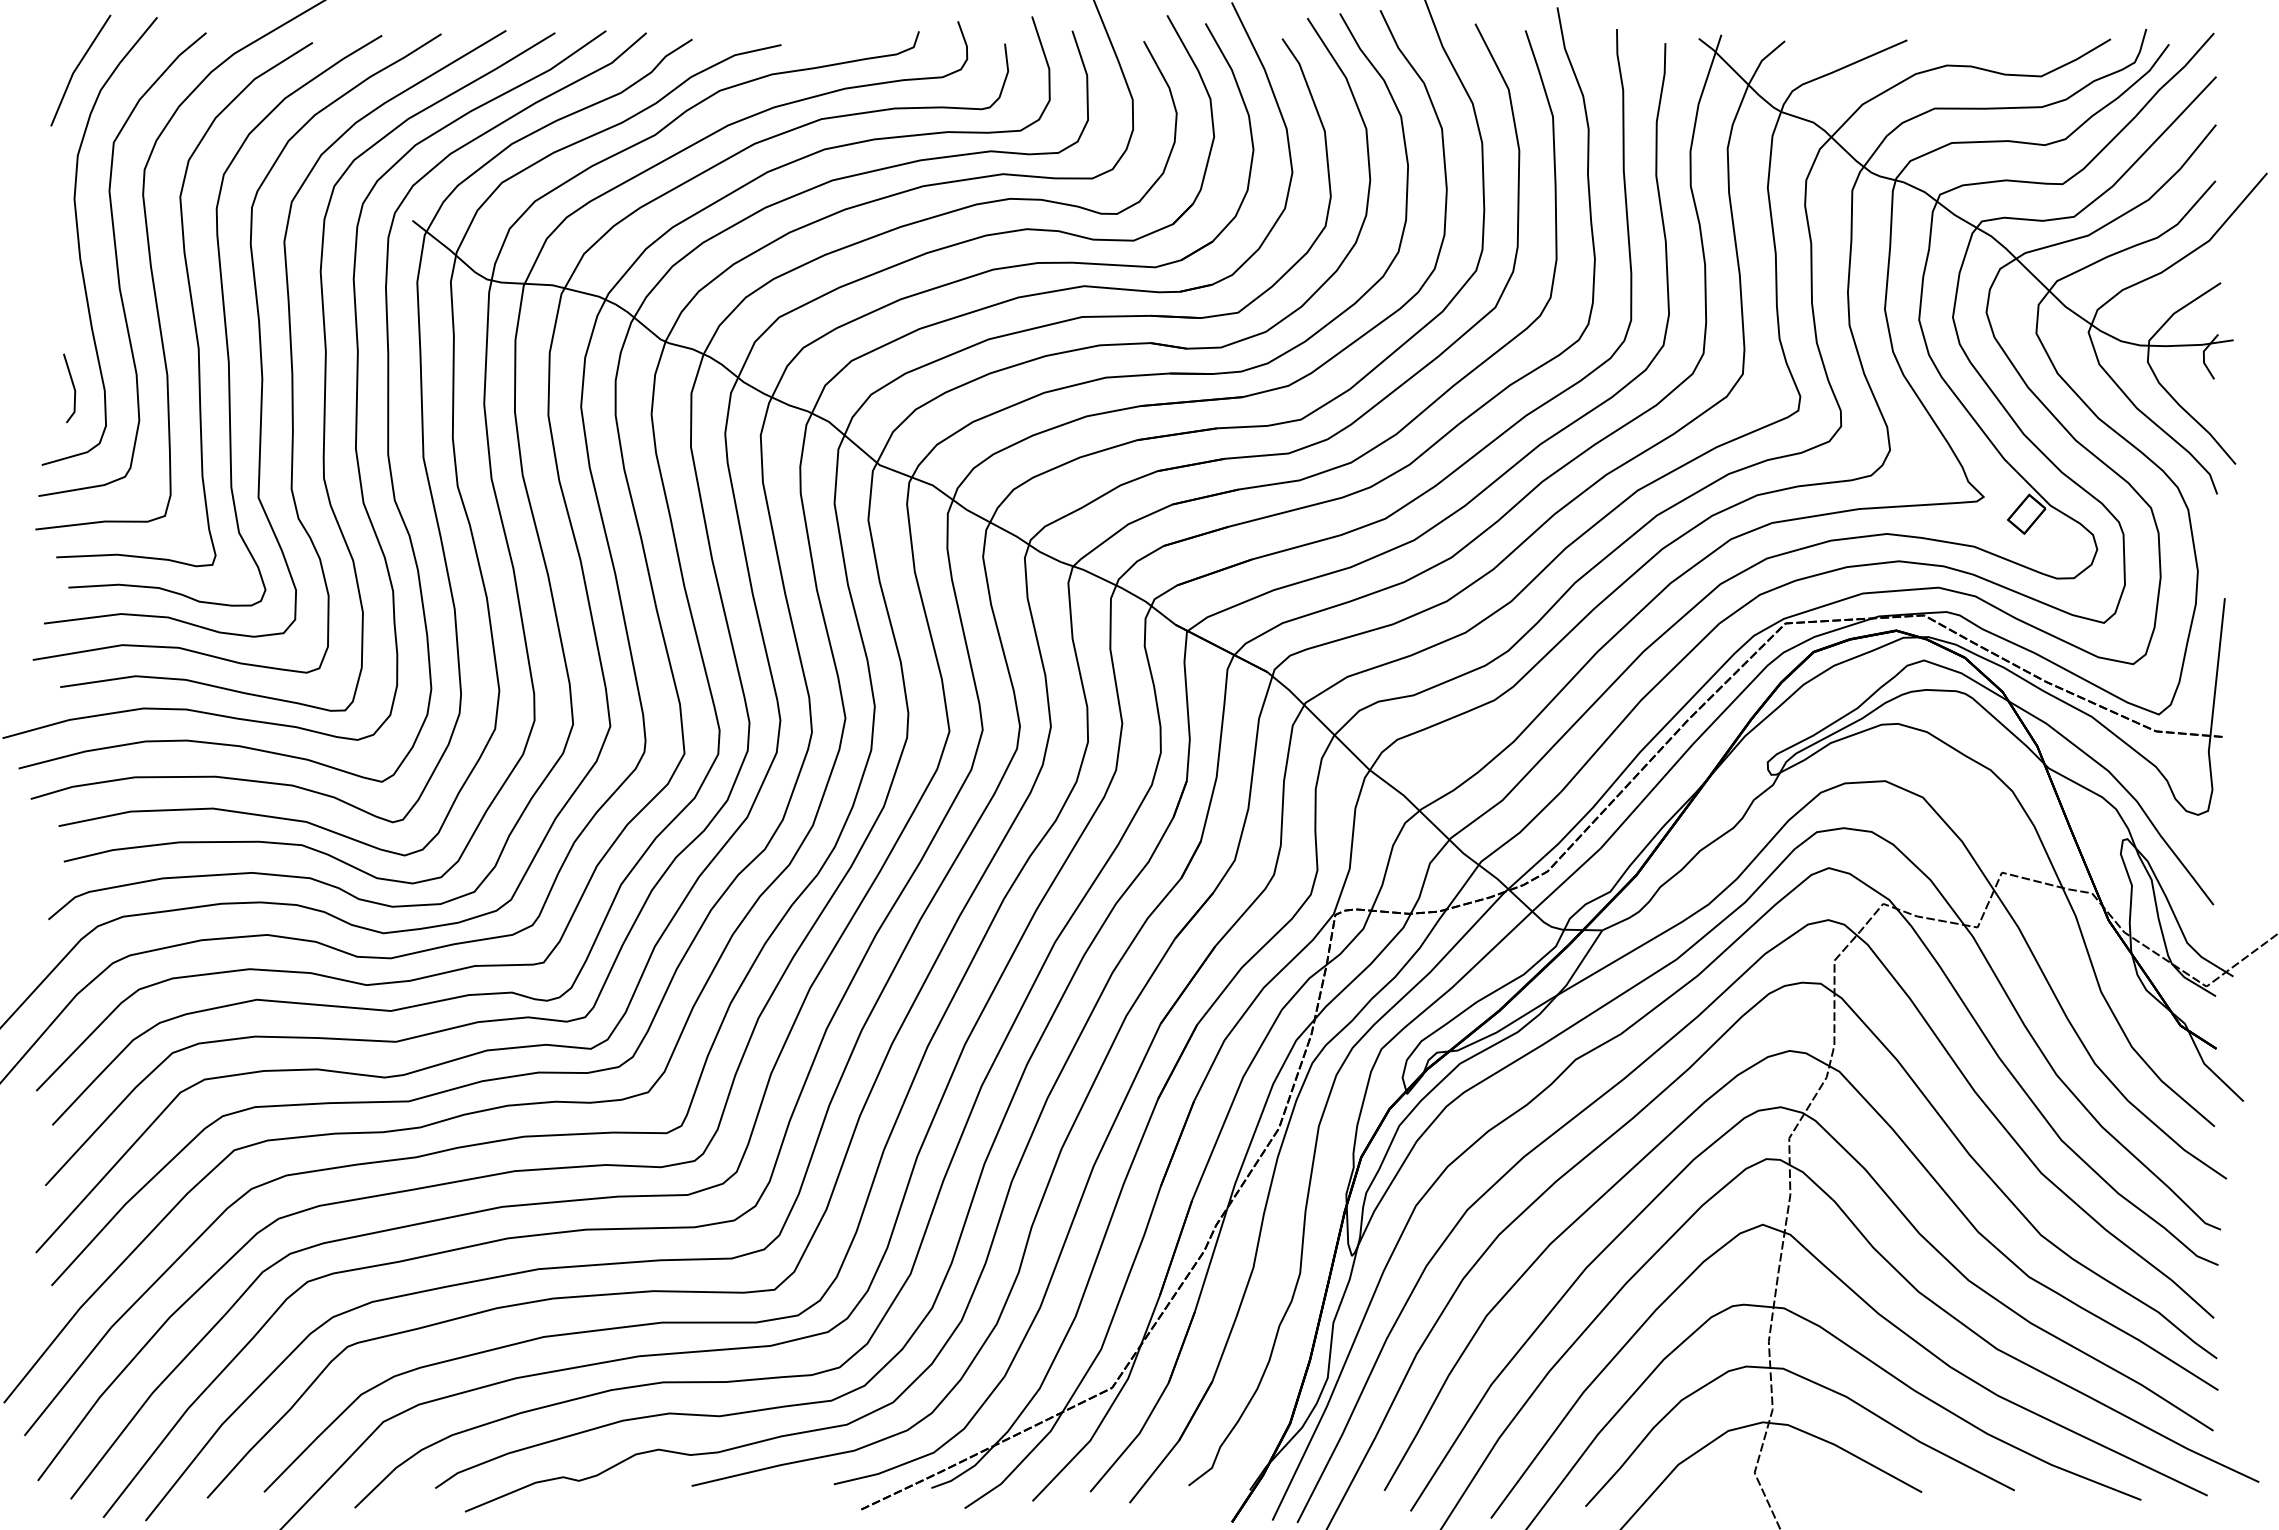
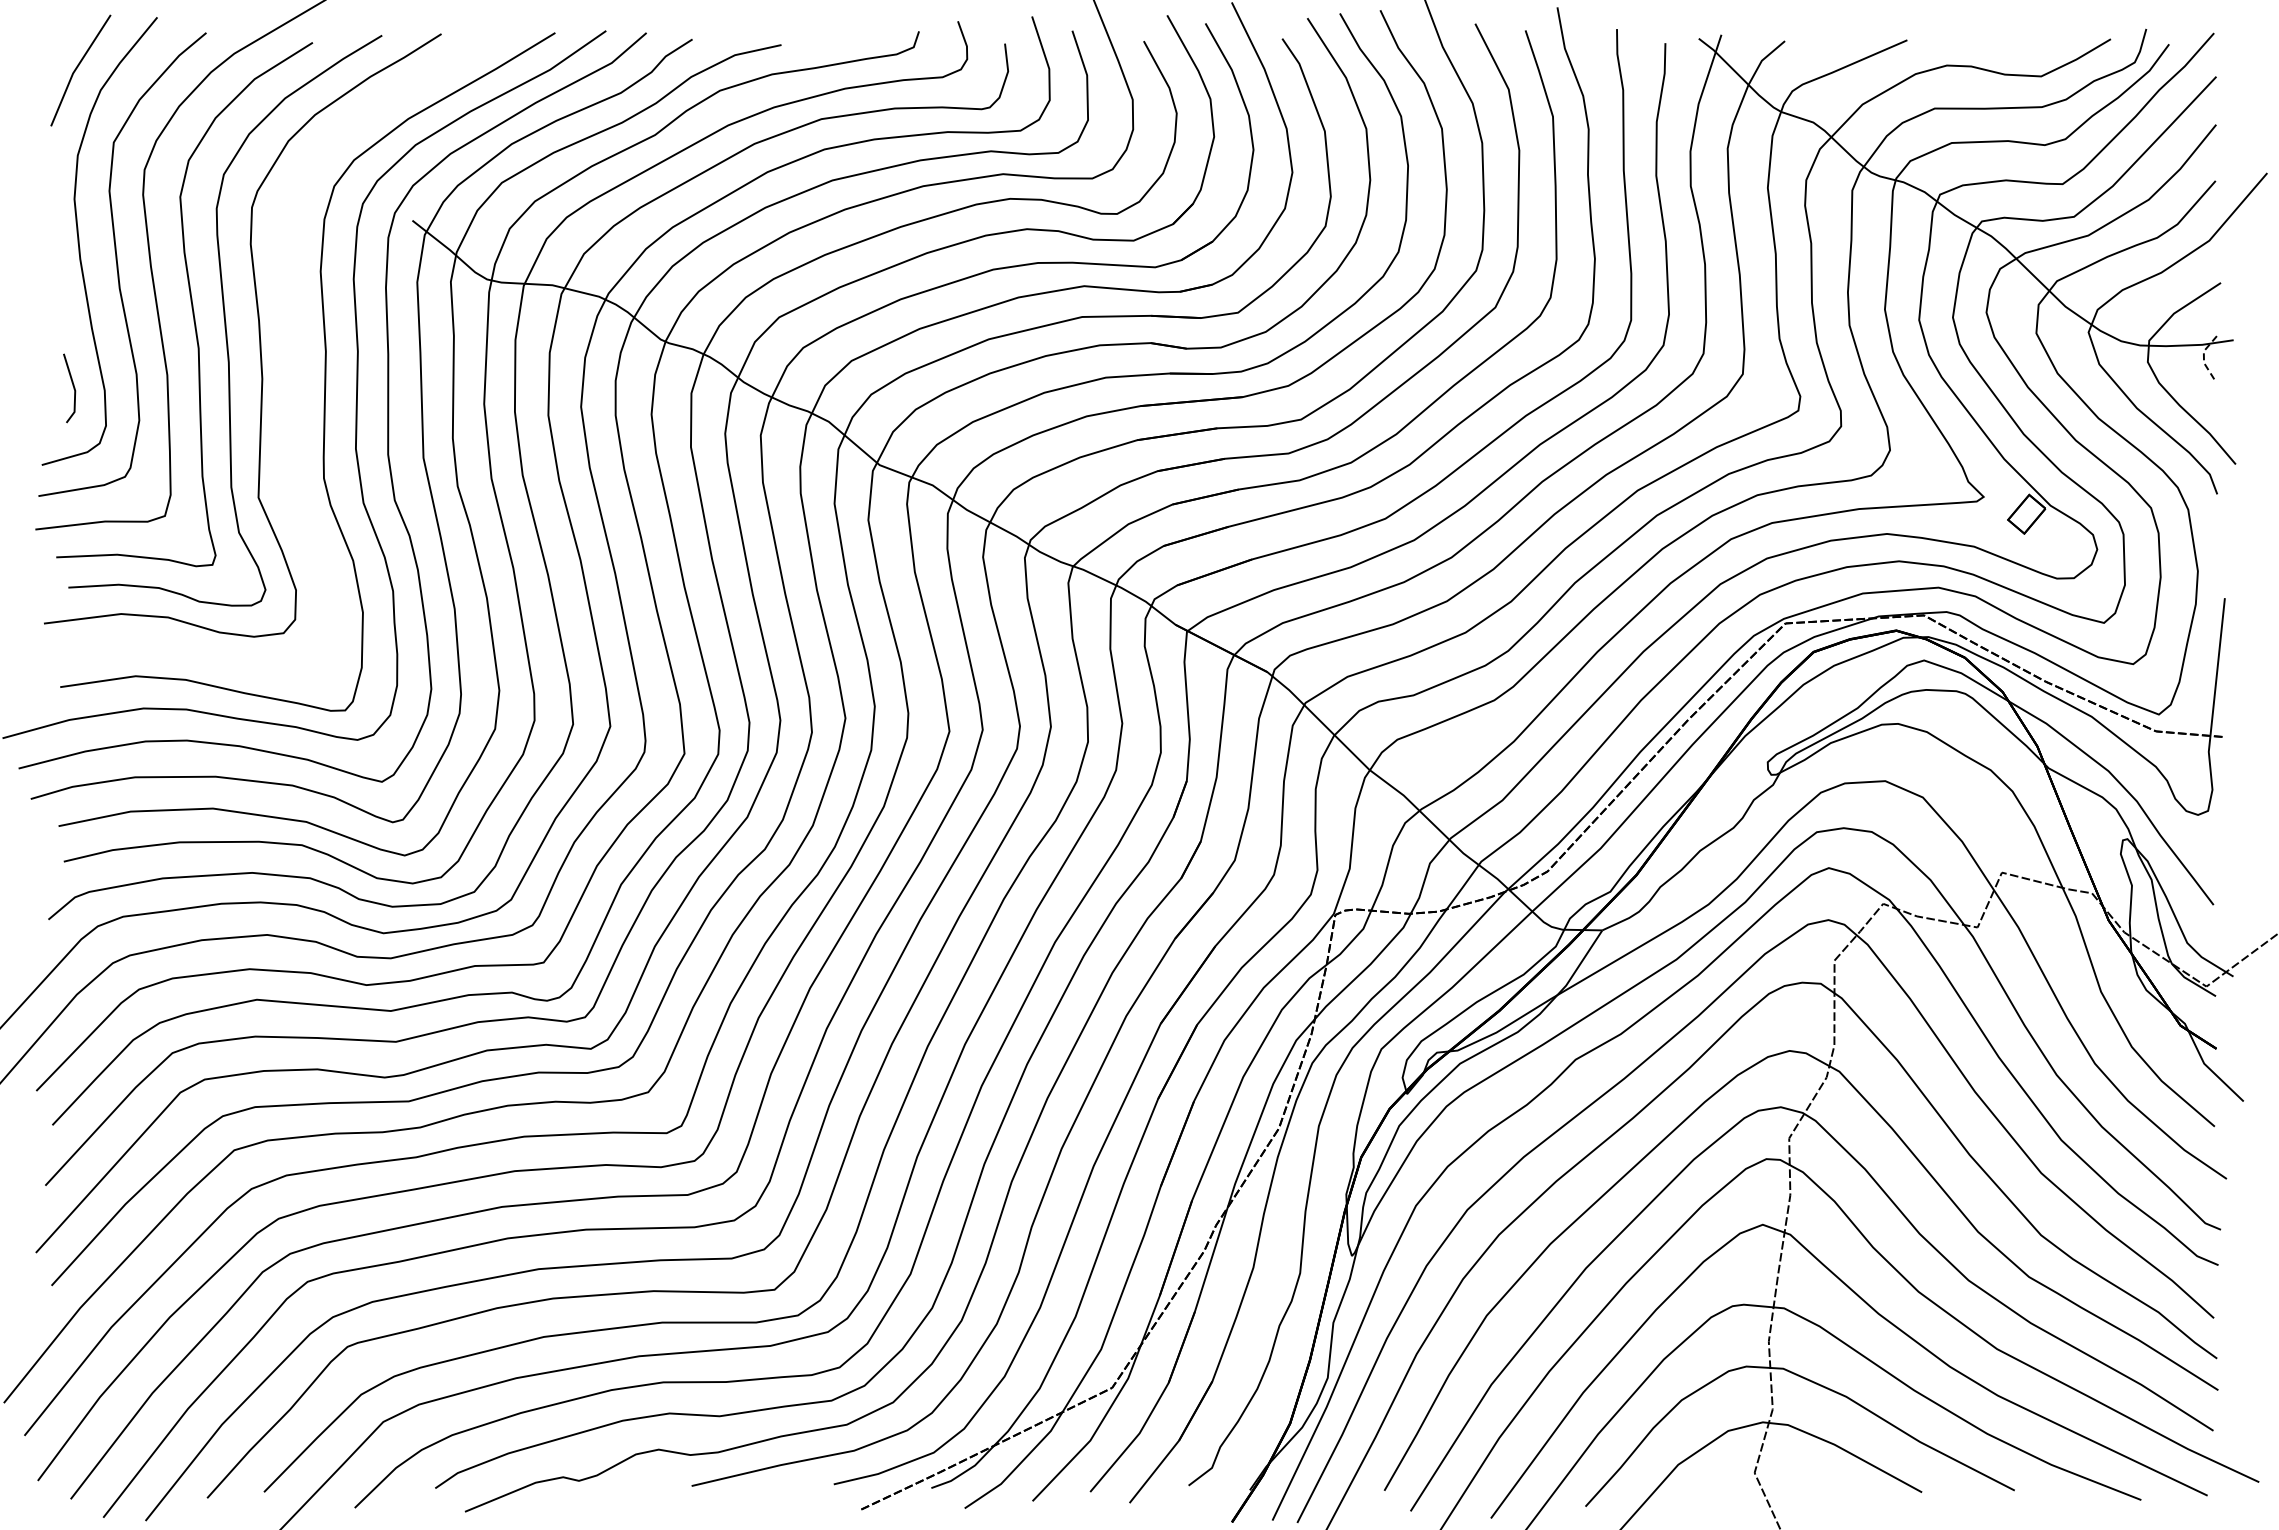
curve at (290, 351): present -> none
line at (2203, 355): solid -> dashed
